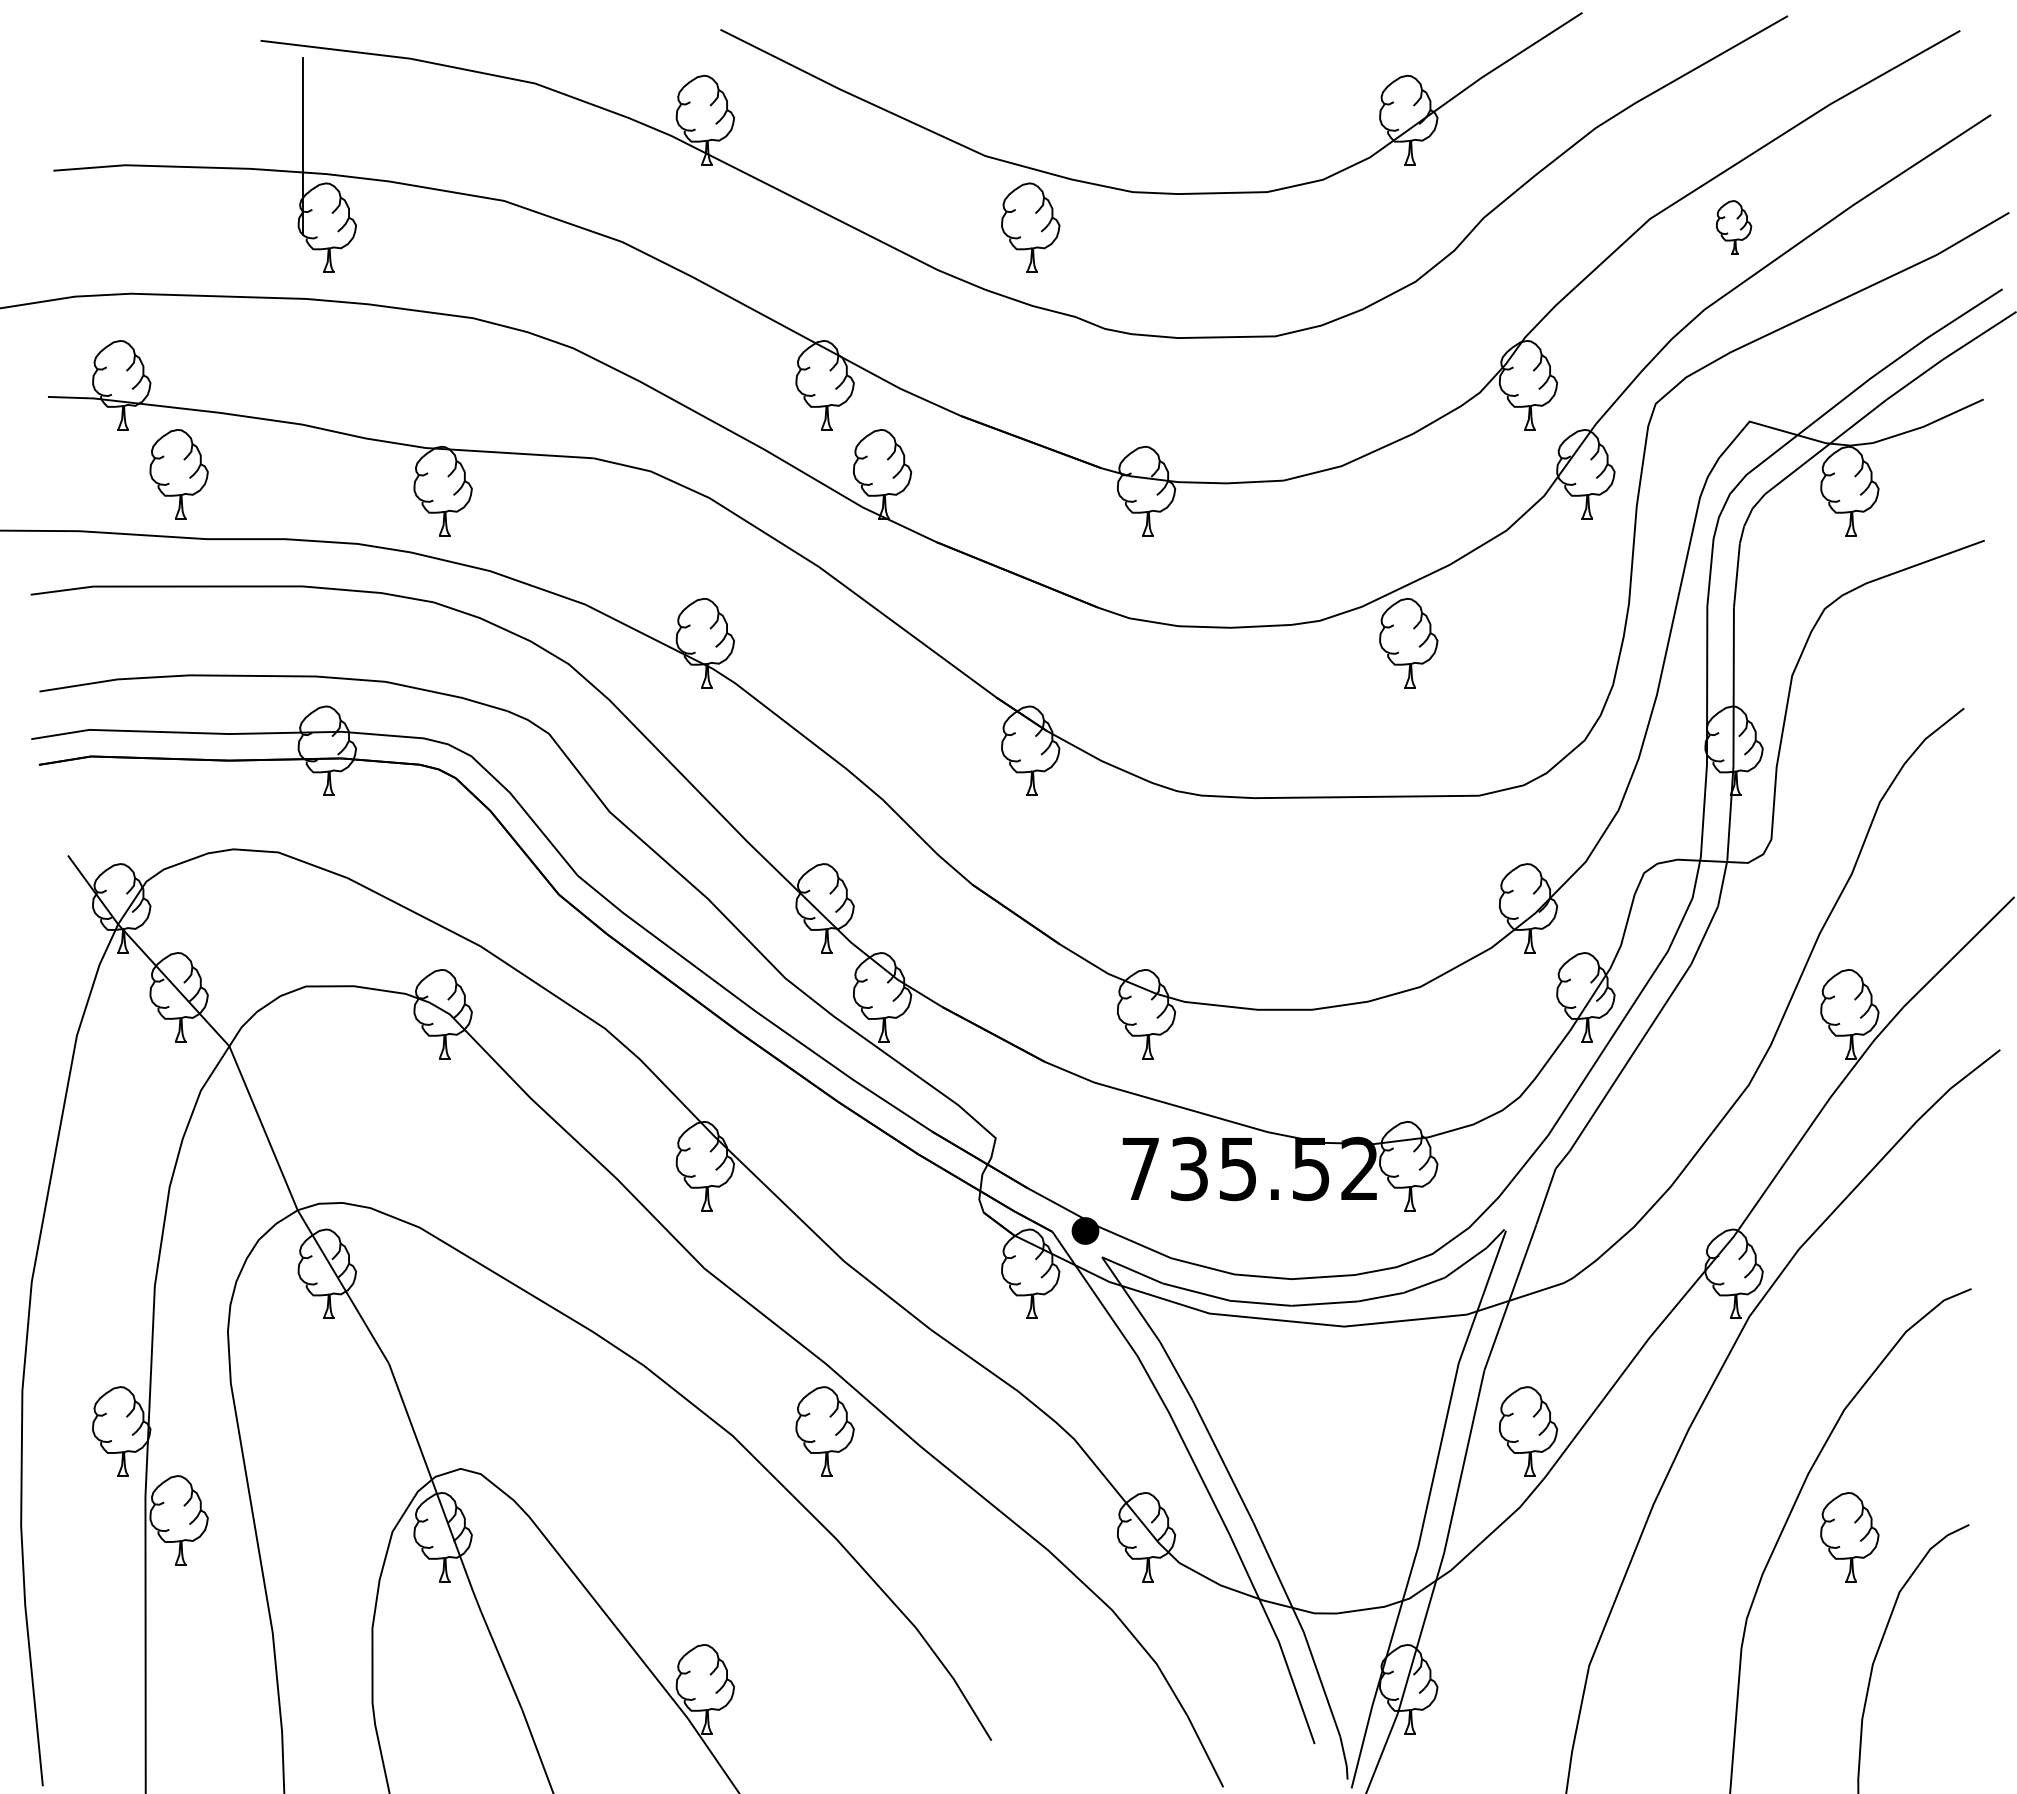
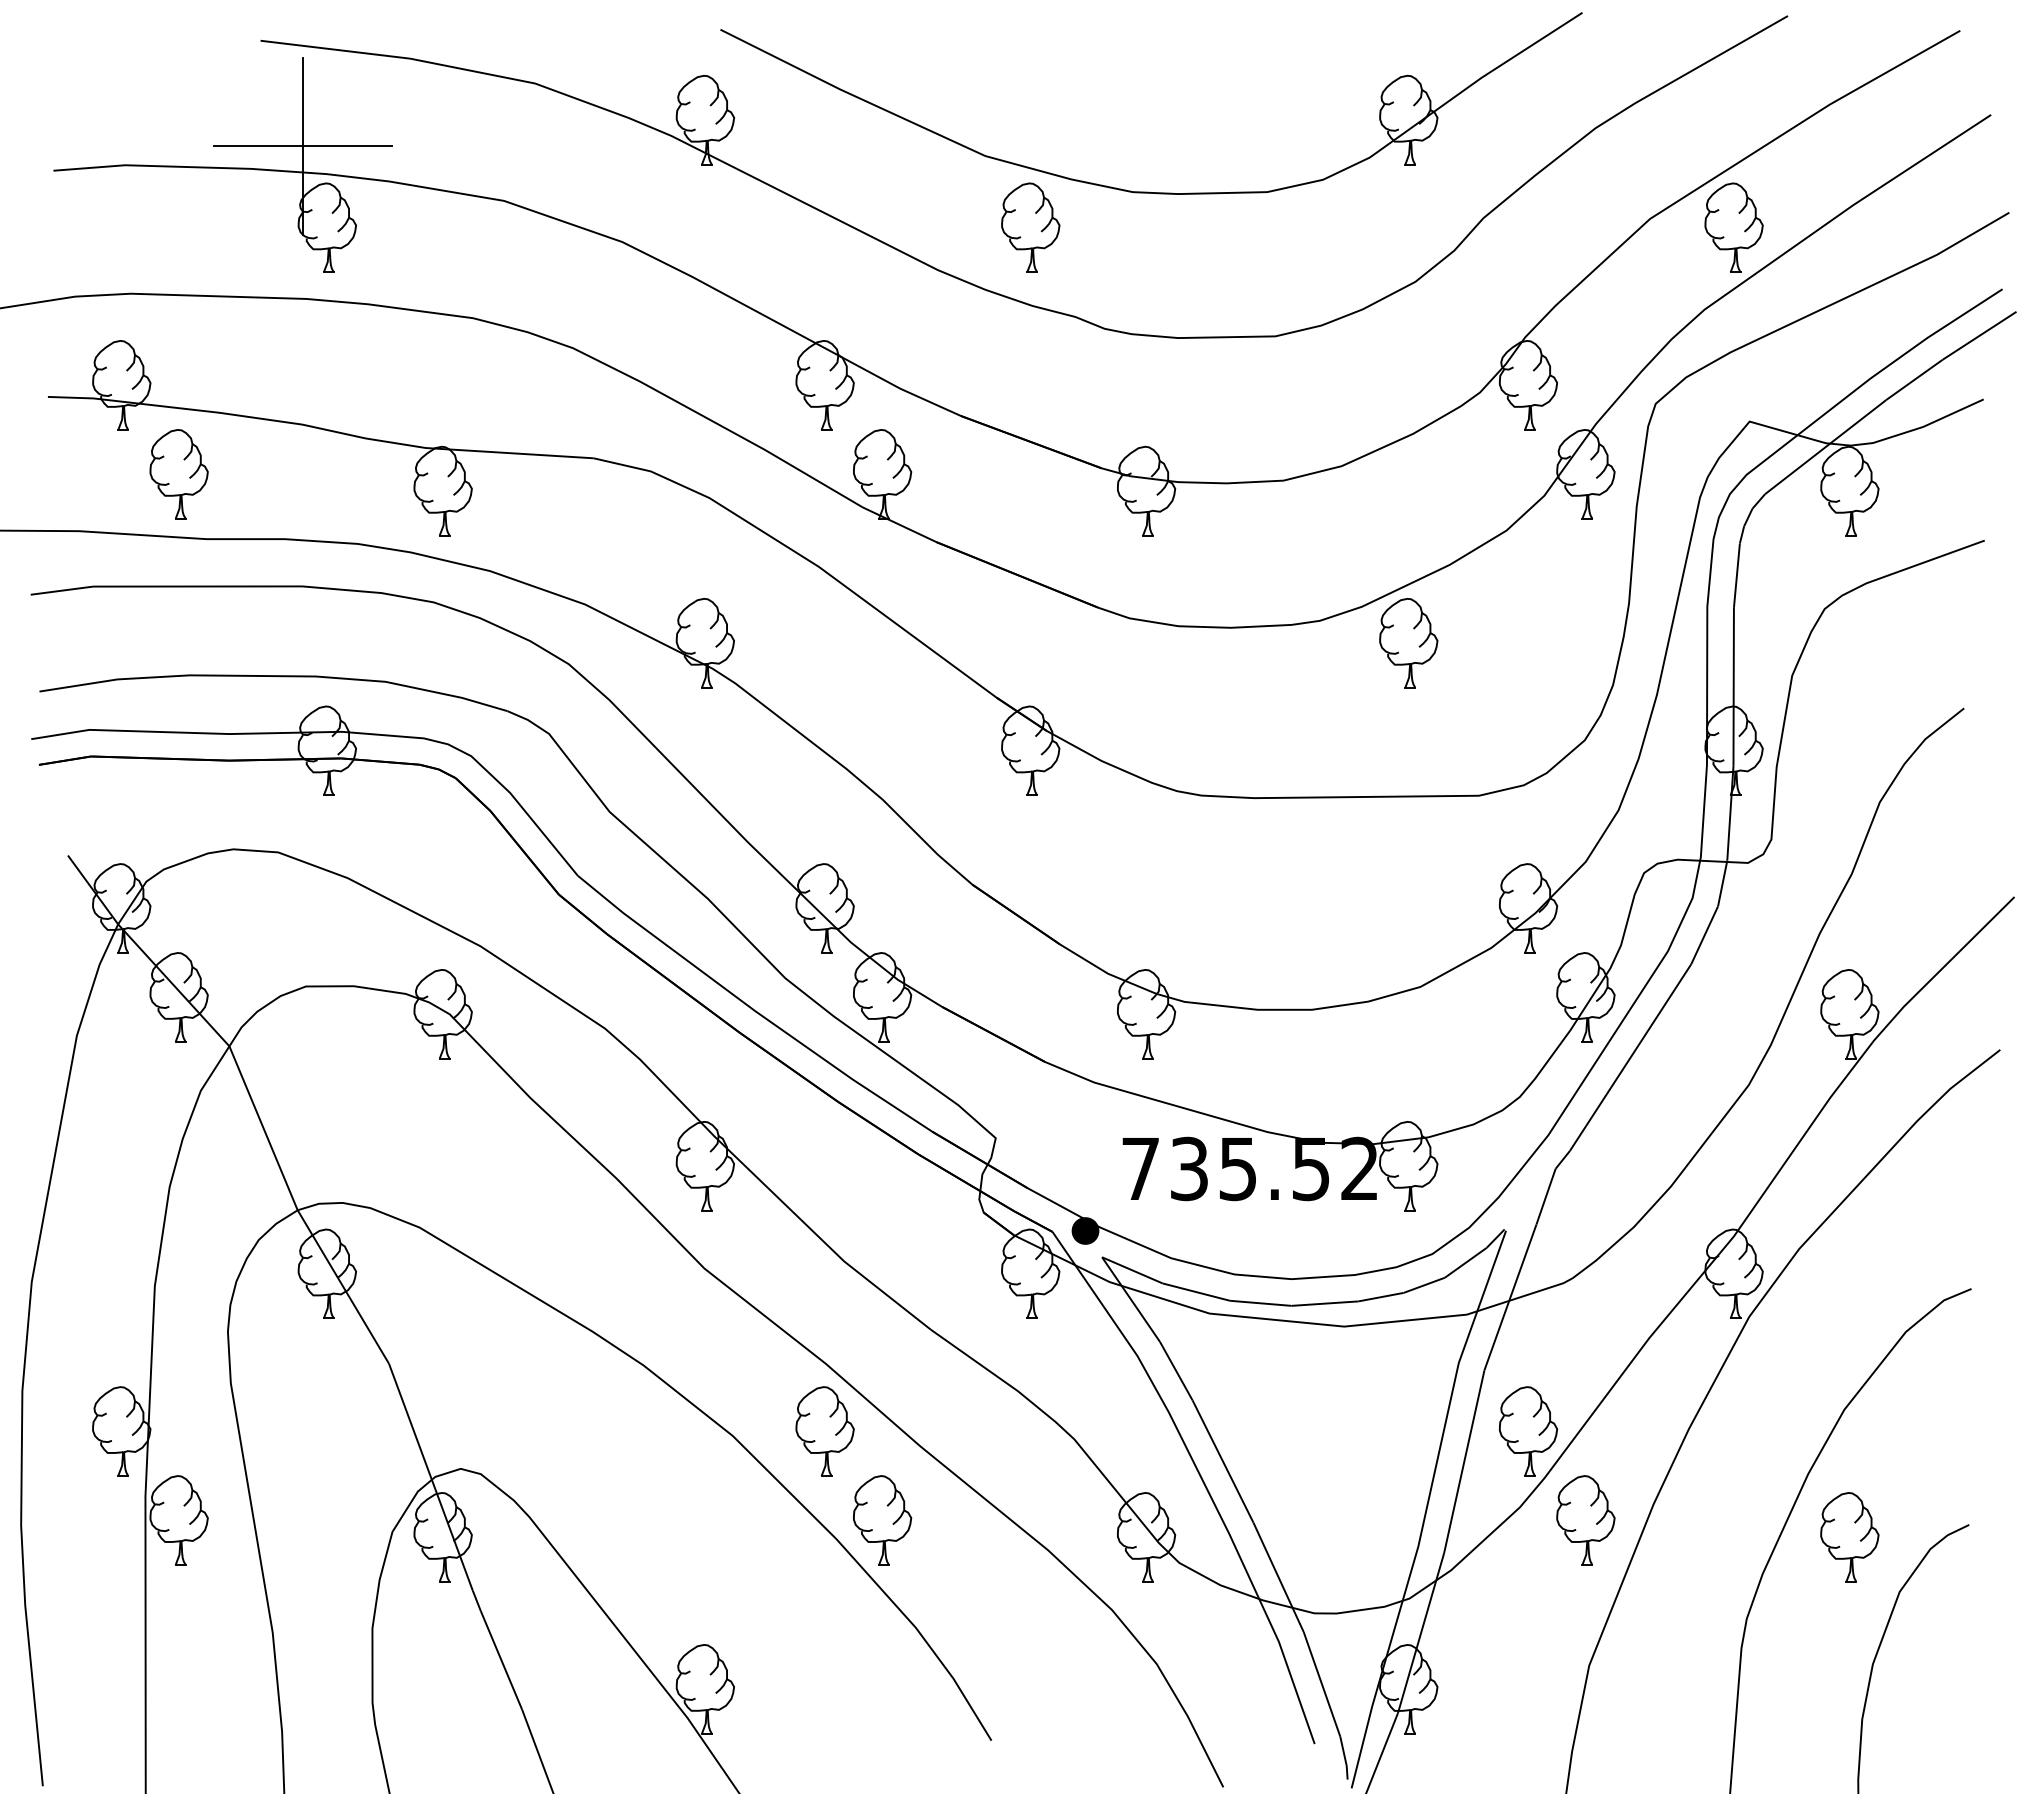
line at (302, 146): none -> present
part at (1734, 227) size: 37x55 px -> 60x91 px
part at (882, 1520): none -> present
part at (1585, 1520): none -> present
